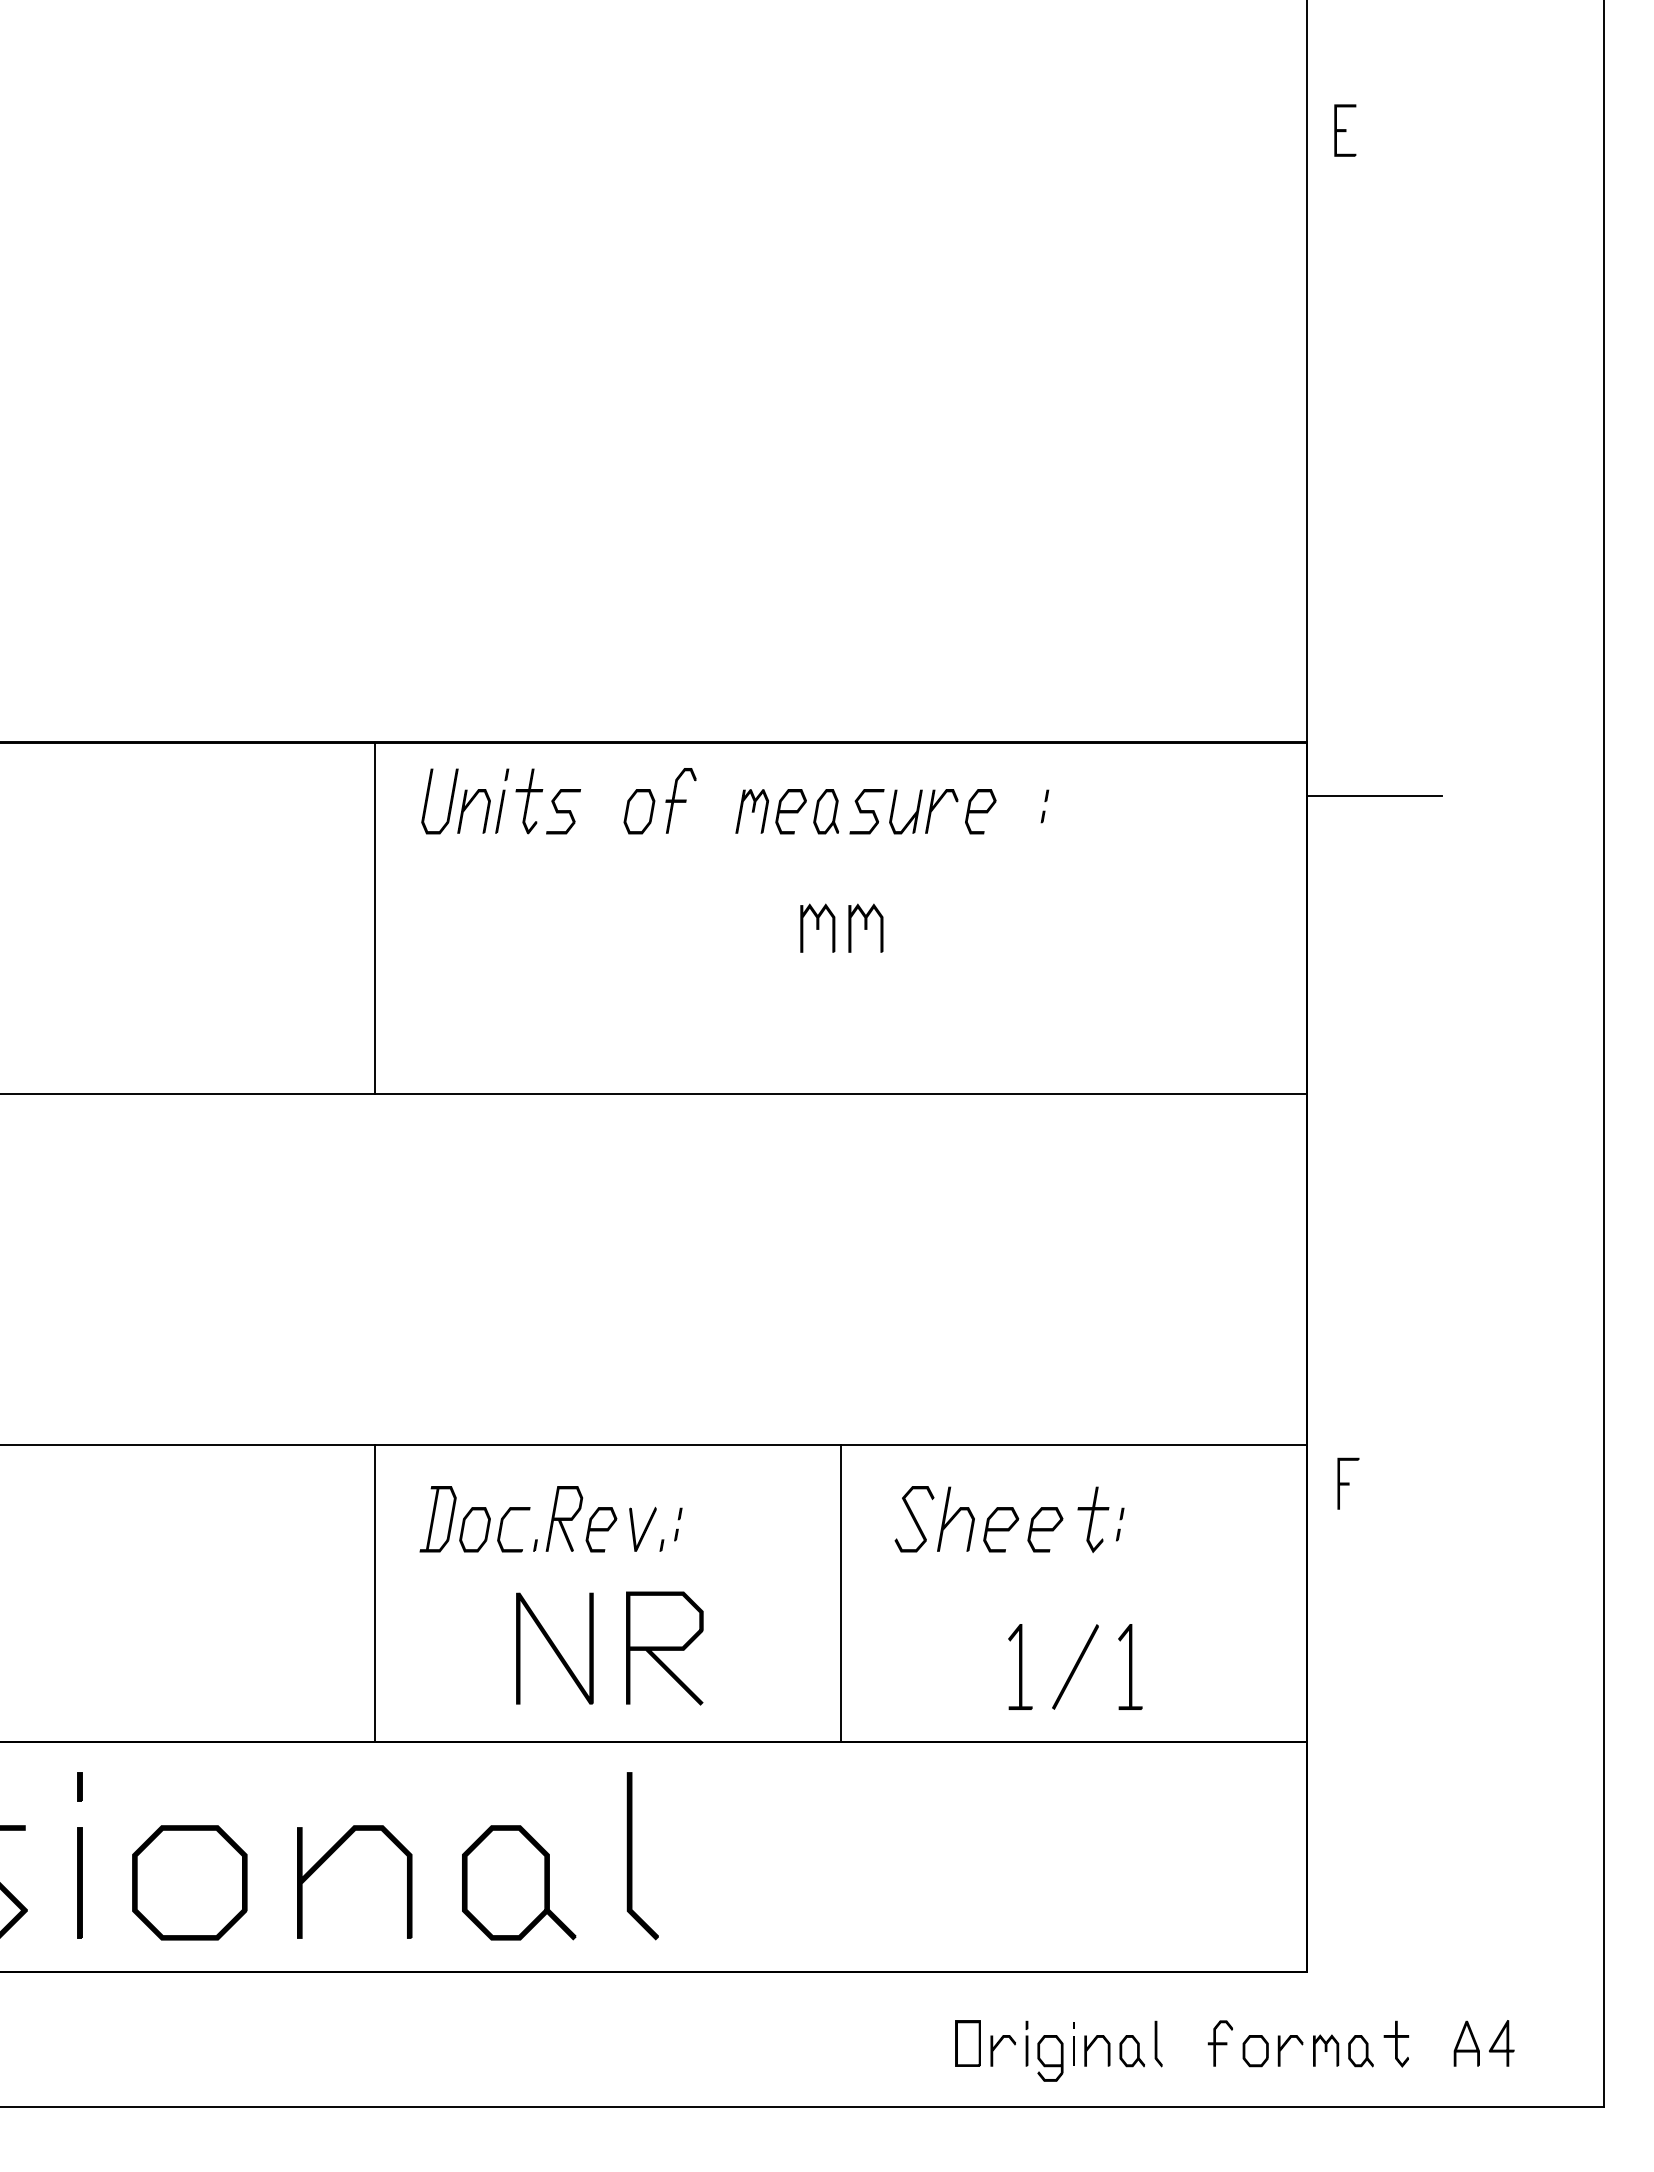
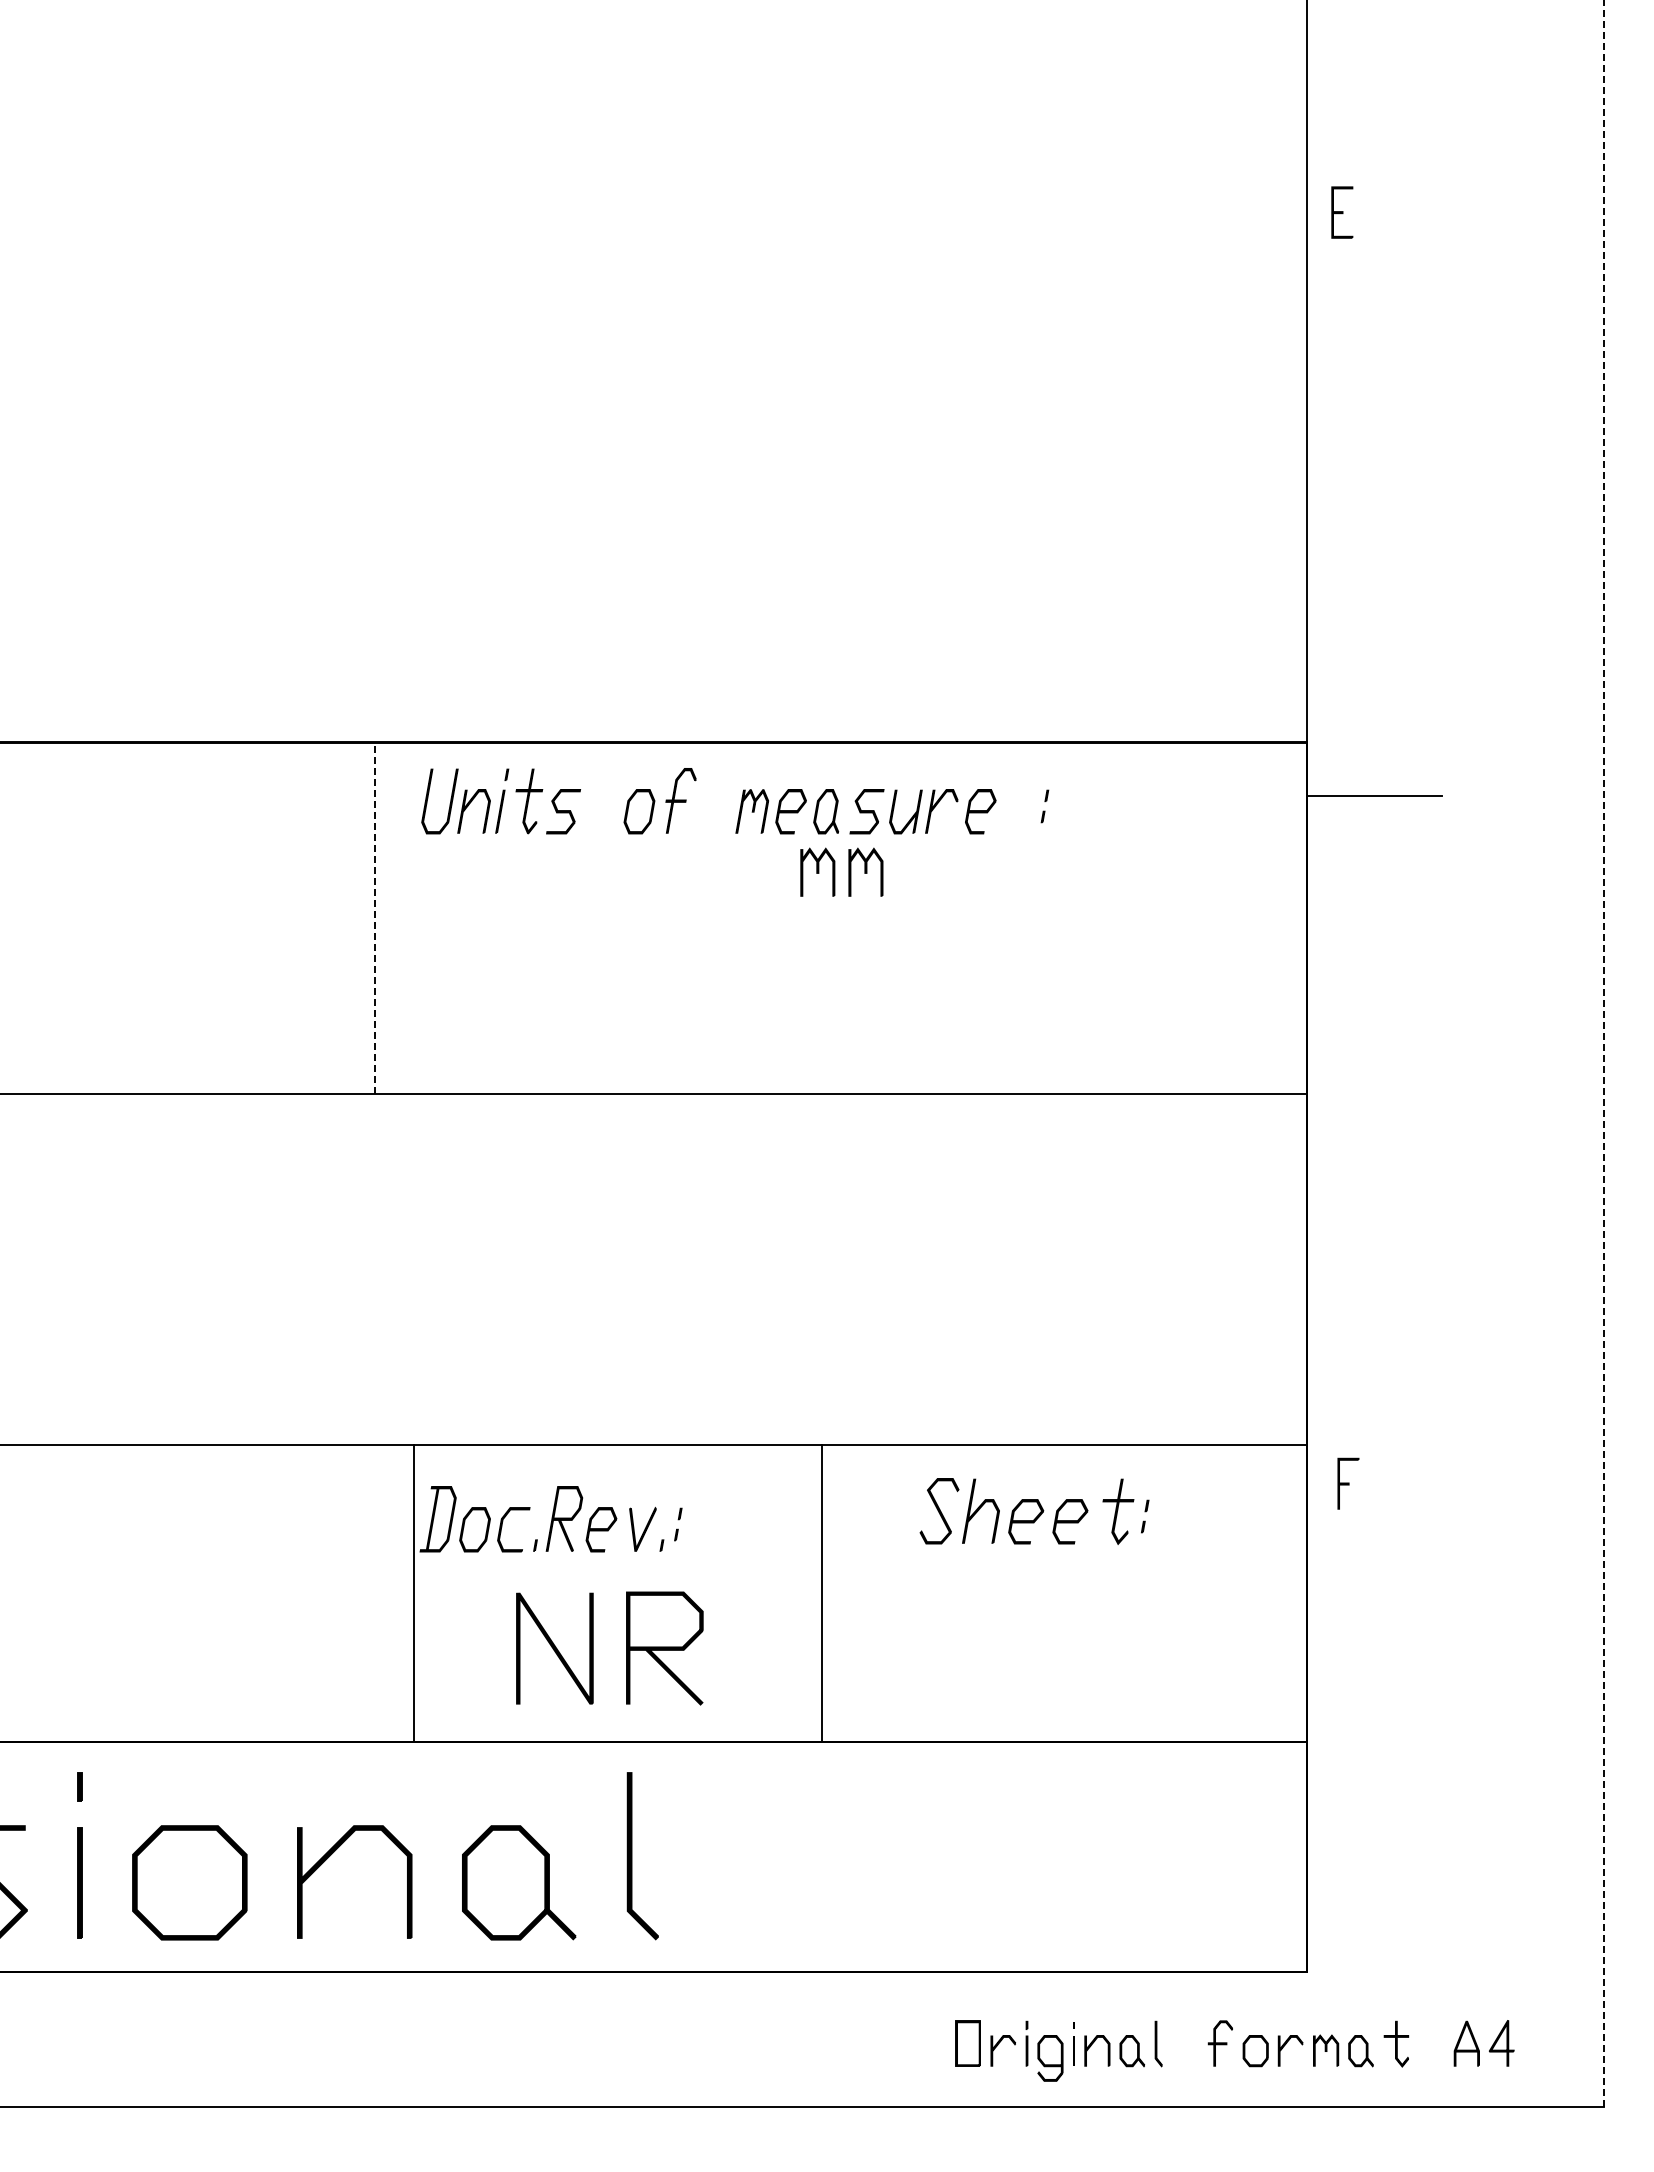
part at (1345, 130) position: (1345, 130) -> (1342, 212)
line at (374, 917): solid -> dashed
part at (841, 927) position: (841, 927) -> (841, 871)
line at (1604, 1054): solid -> dashed
part at (1009, 1519) position: (1009, 1519) -> (1034, 1511)
line at (374, 1593) position: (374, 1593) -> (413, 1593)
line at (841, 1593) position: (841, 1593) -> (822, 1593)
part at (1075, 1666): present -> none
